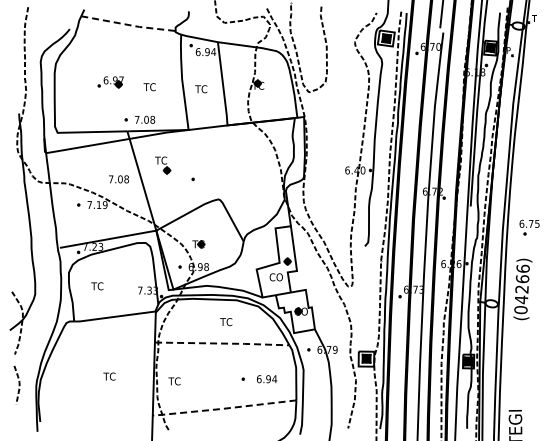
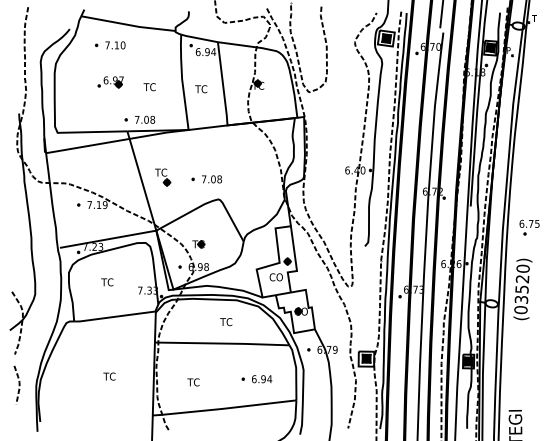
line at (128, 25): dashed -> solid
part at (110, 45): none -> present
part at (163, 165) position: (163, 165) -> (163, 177)
text at (118, 179) position: (118, 179) -> (211, 179)
text at (521, 284): (04266) -> (03520)
text at (97, 286) position: (97, 286) -> (107, 282)
line at (222, 343): dashed -> solid
text at (267, 379) position: (267, 379) -> (262, 379)
text at (174, 381) position: (174, 381) -> (193, 382)
line at (223, 408): dashed -> solid
